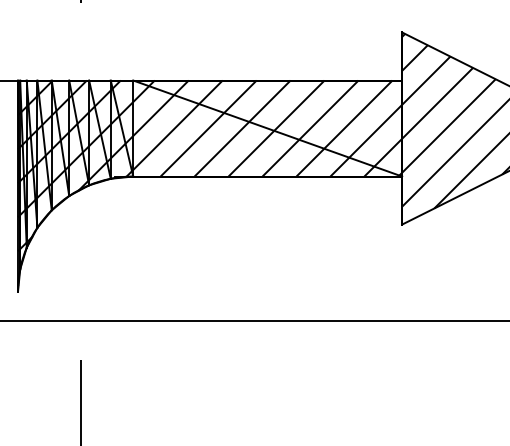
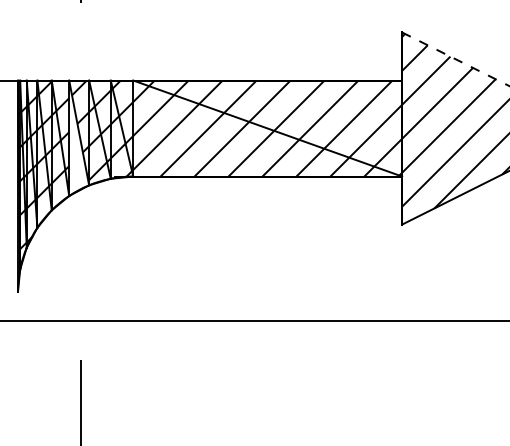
line at (455, 59): solid -> dashed
hatch at (78, 143): present -> none
